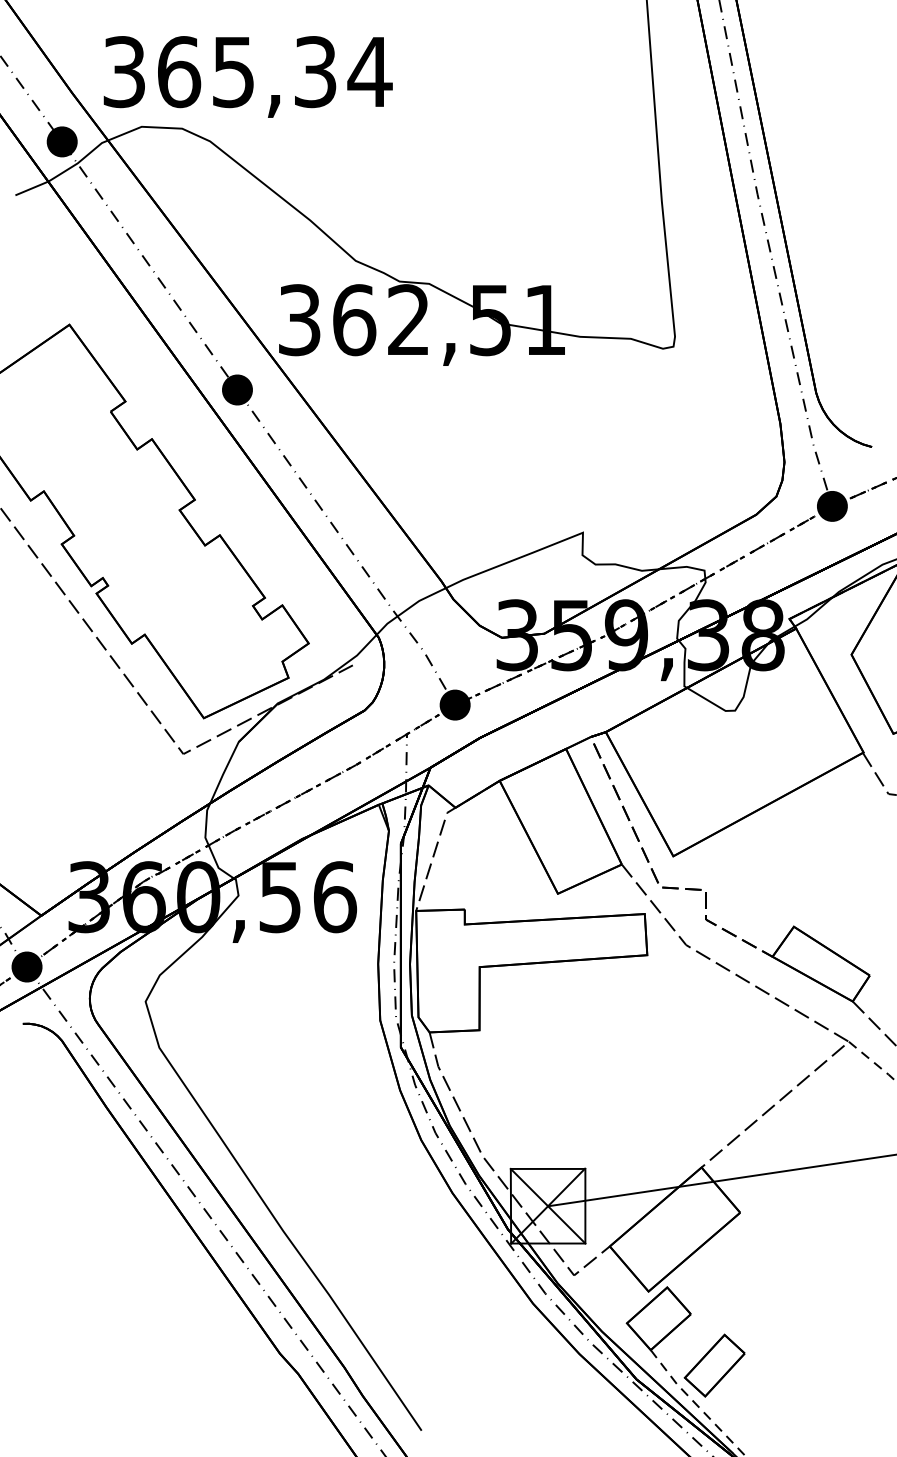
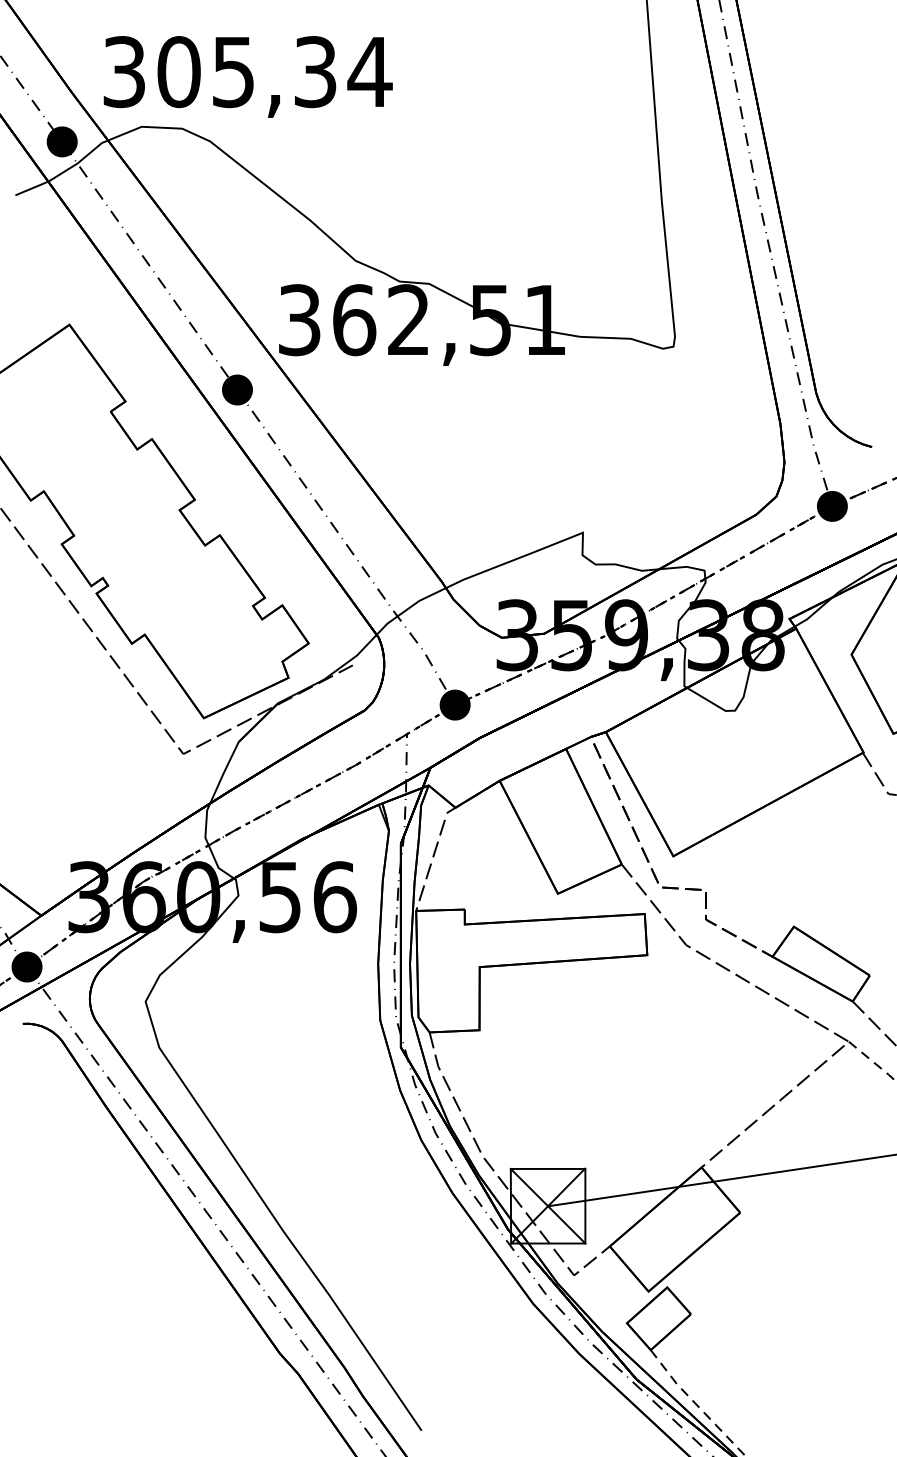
text at (179, 71): 365,34 -> 305,34
part at (714, 1365): present -> none
